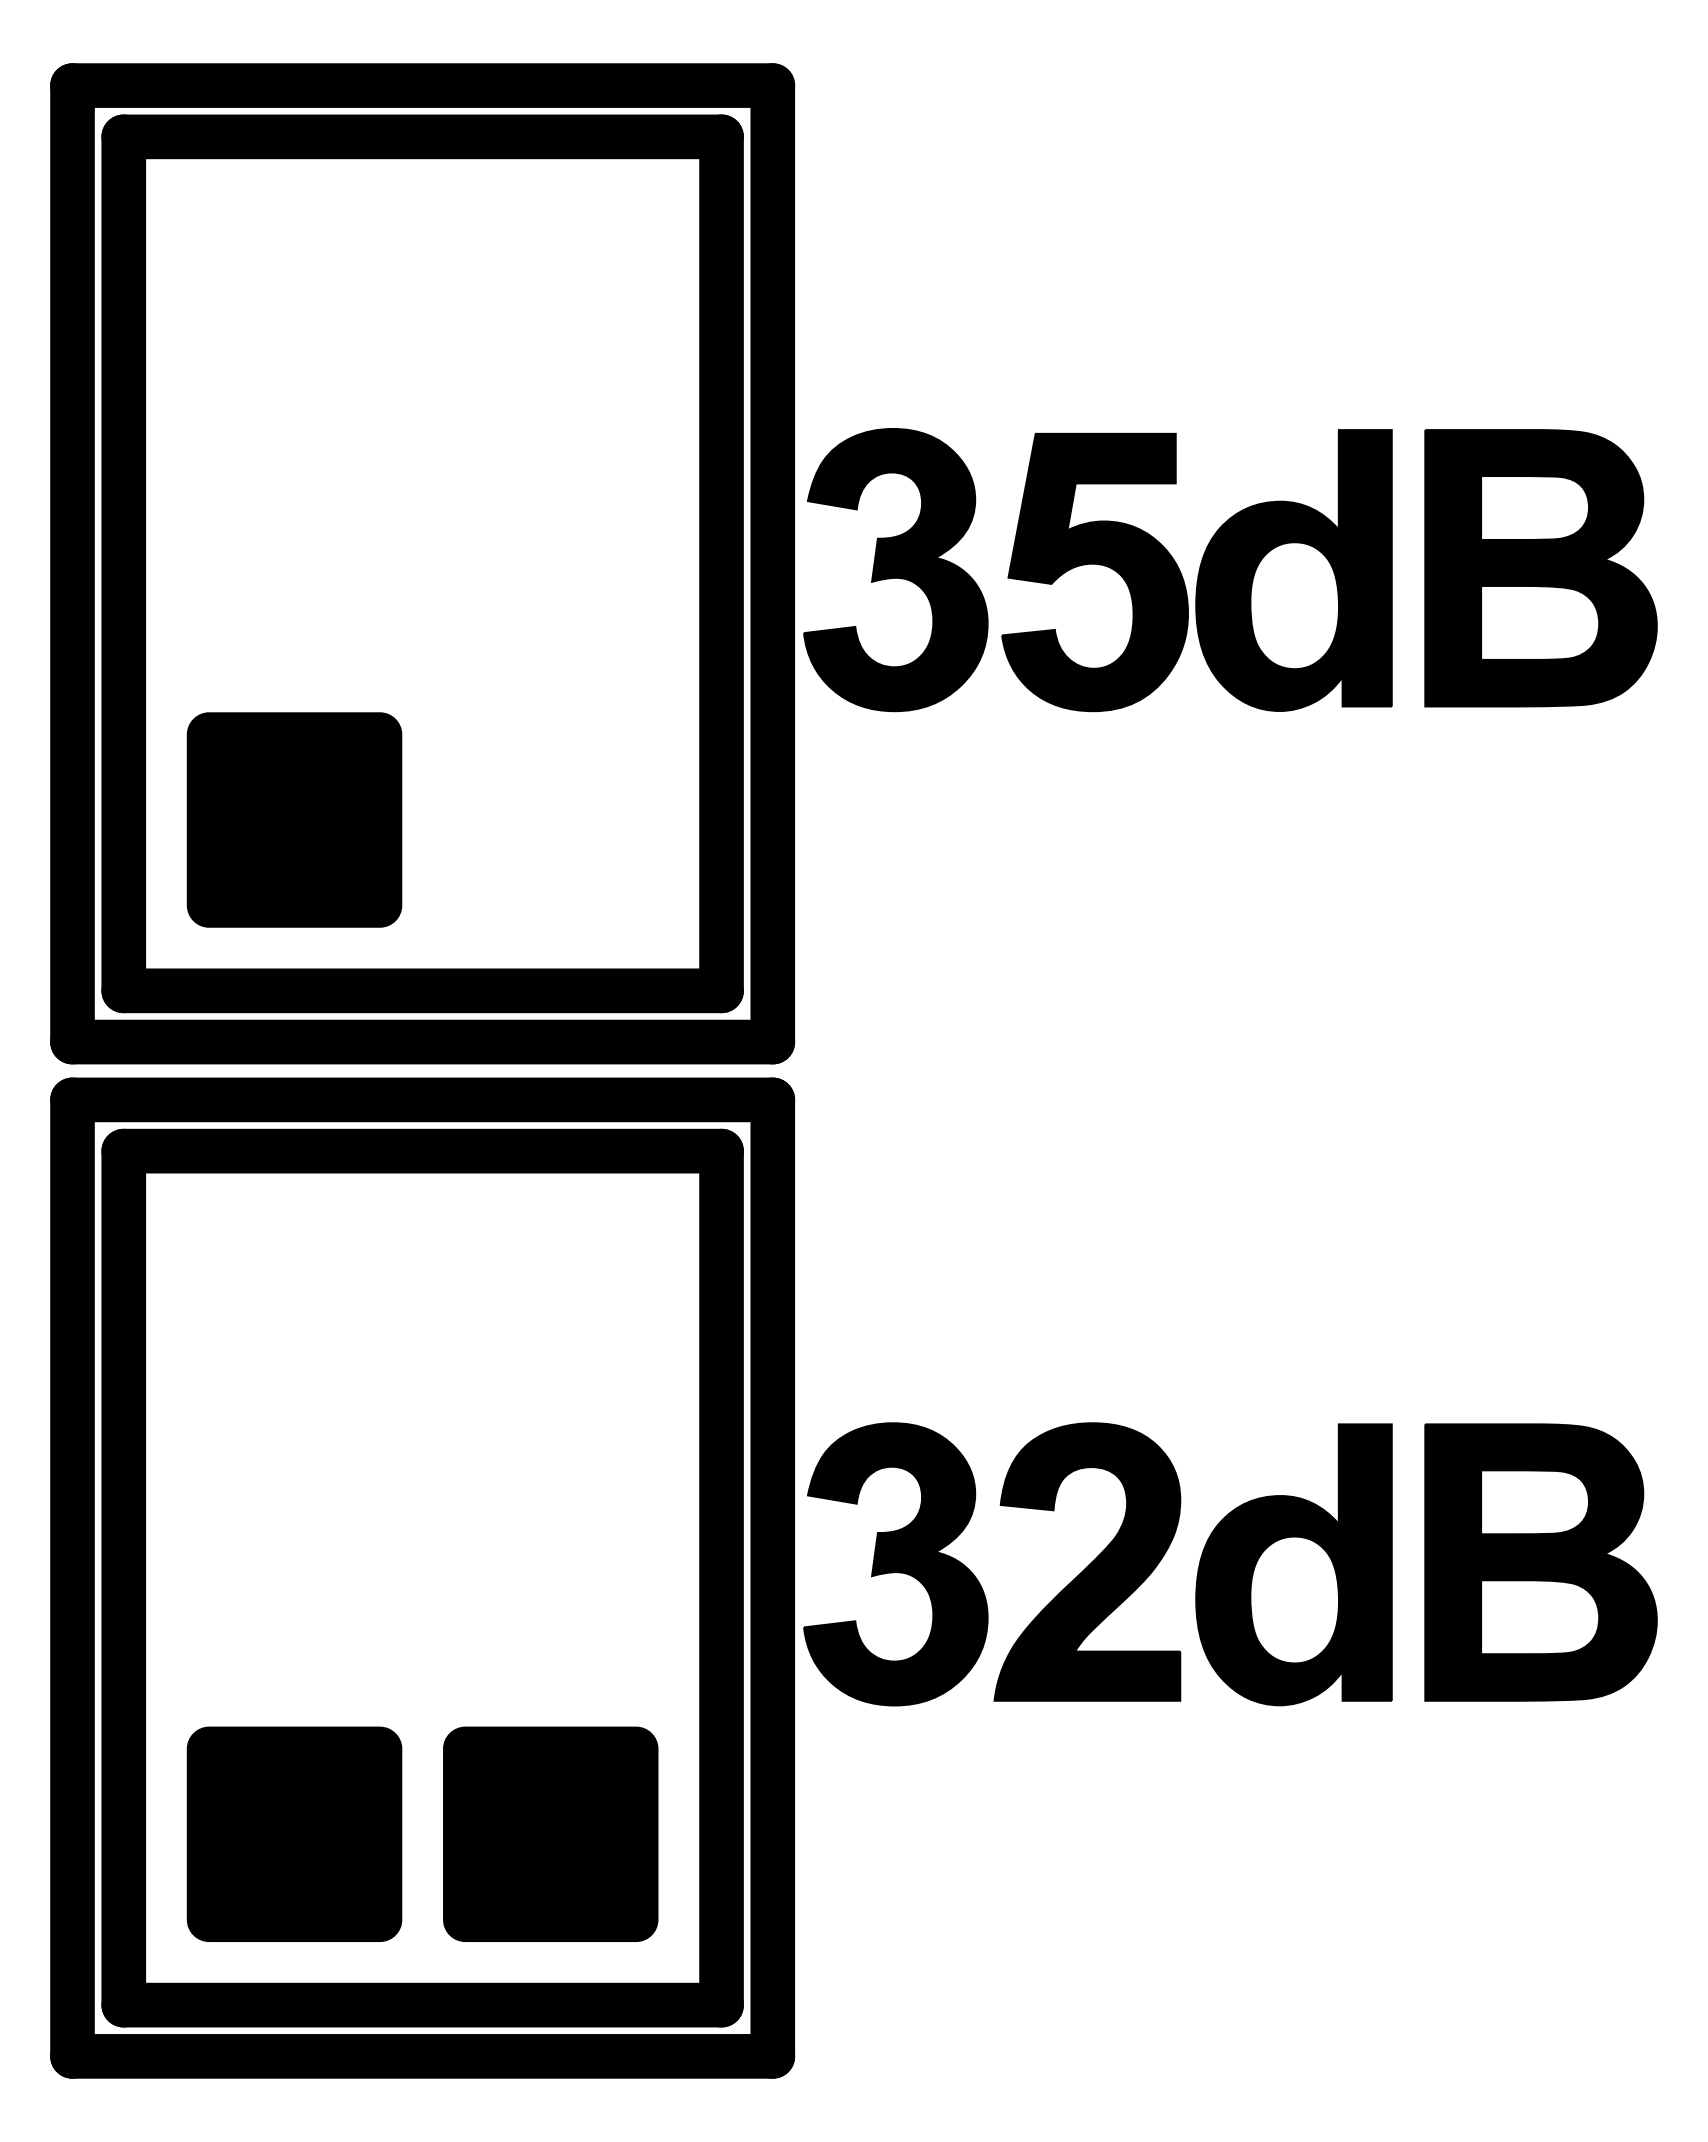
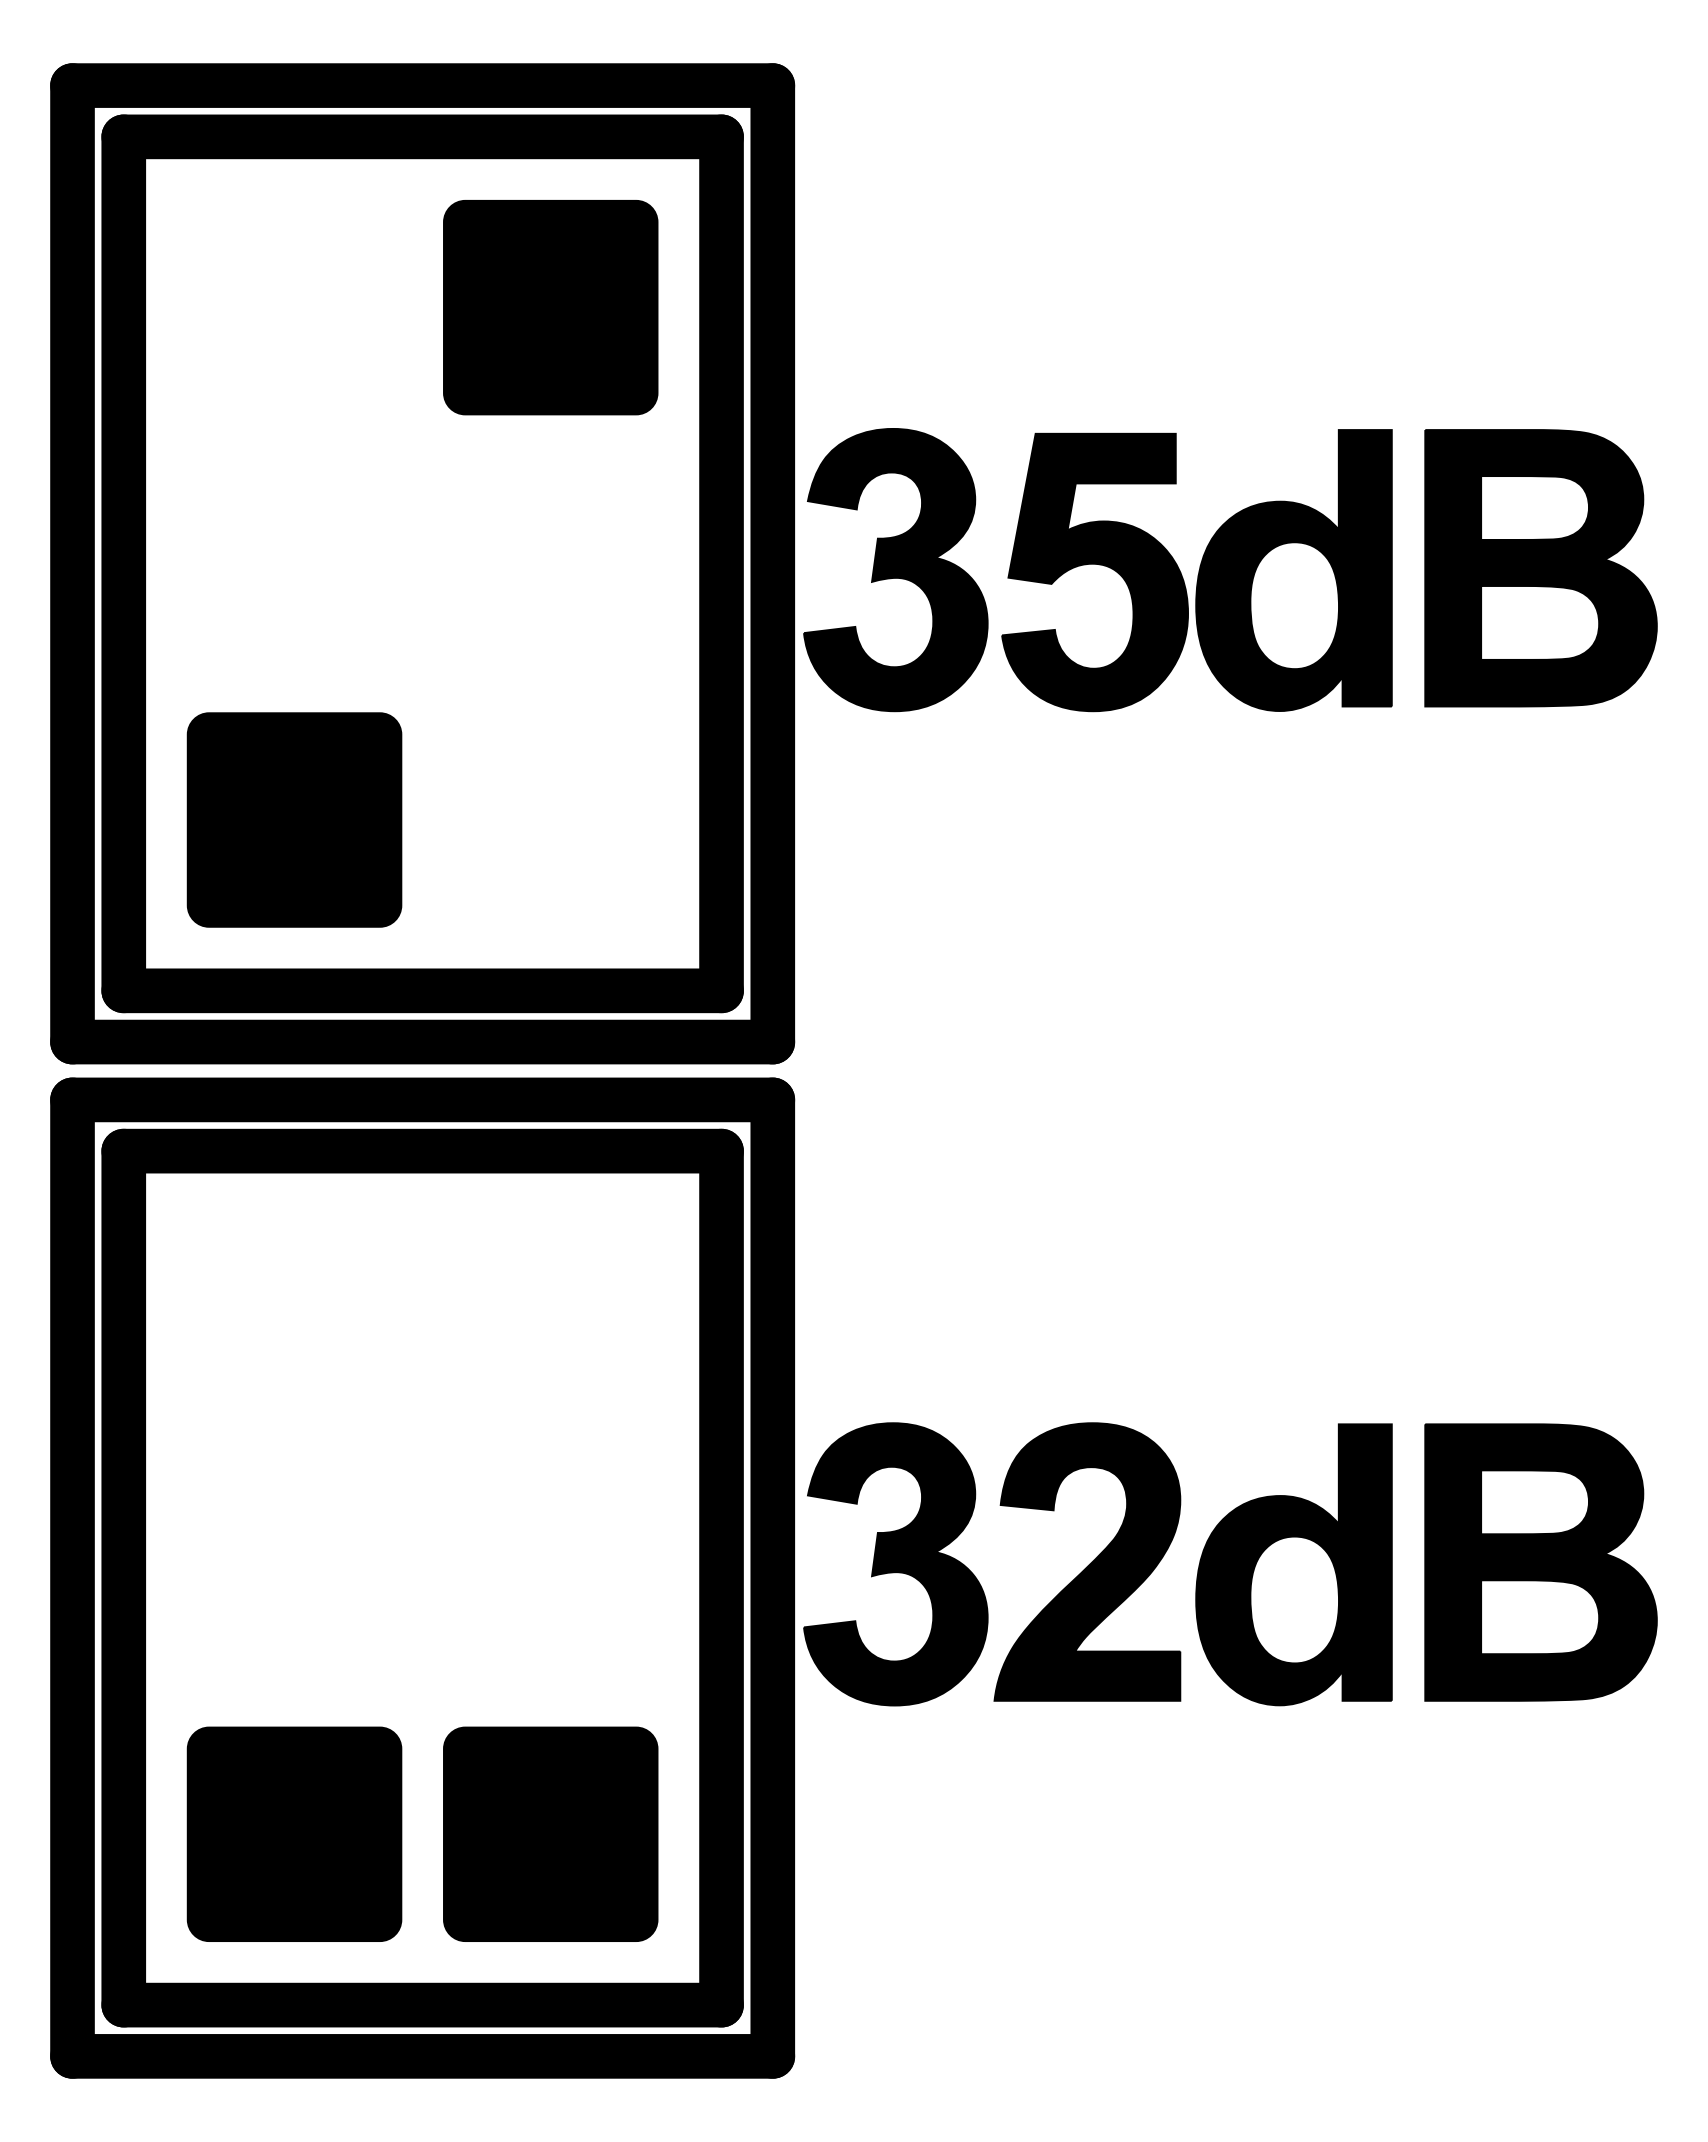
part at (550, 307): none -> present
